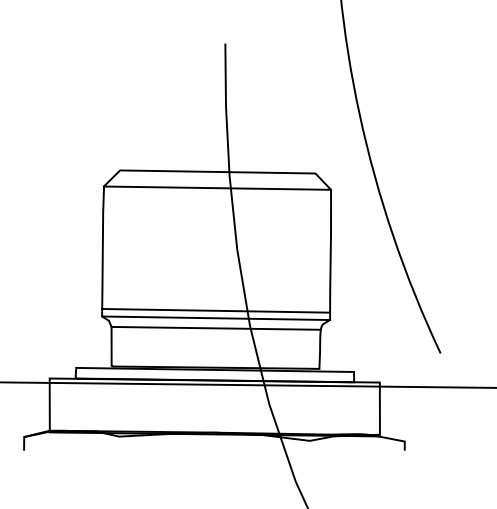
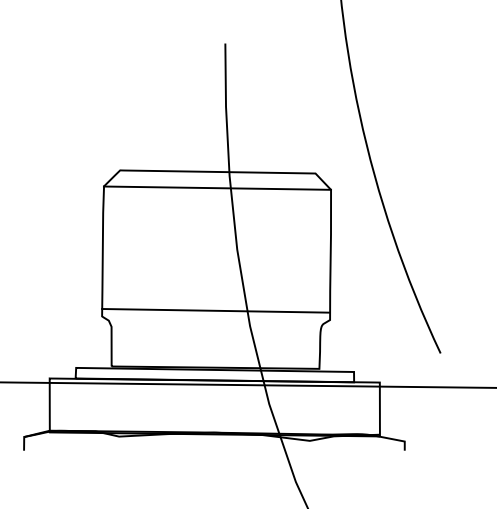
line at (216, 318): present -> none
line at (215, 327): present -> none
